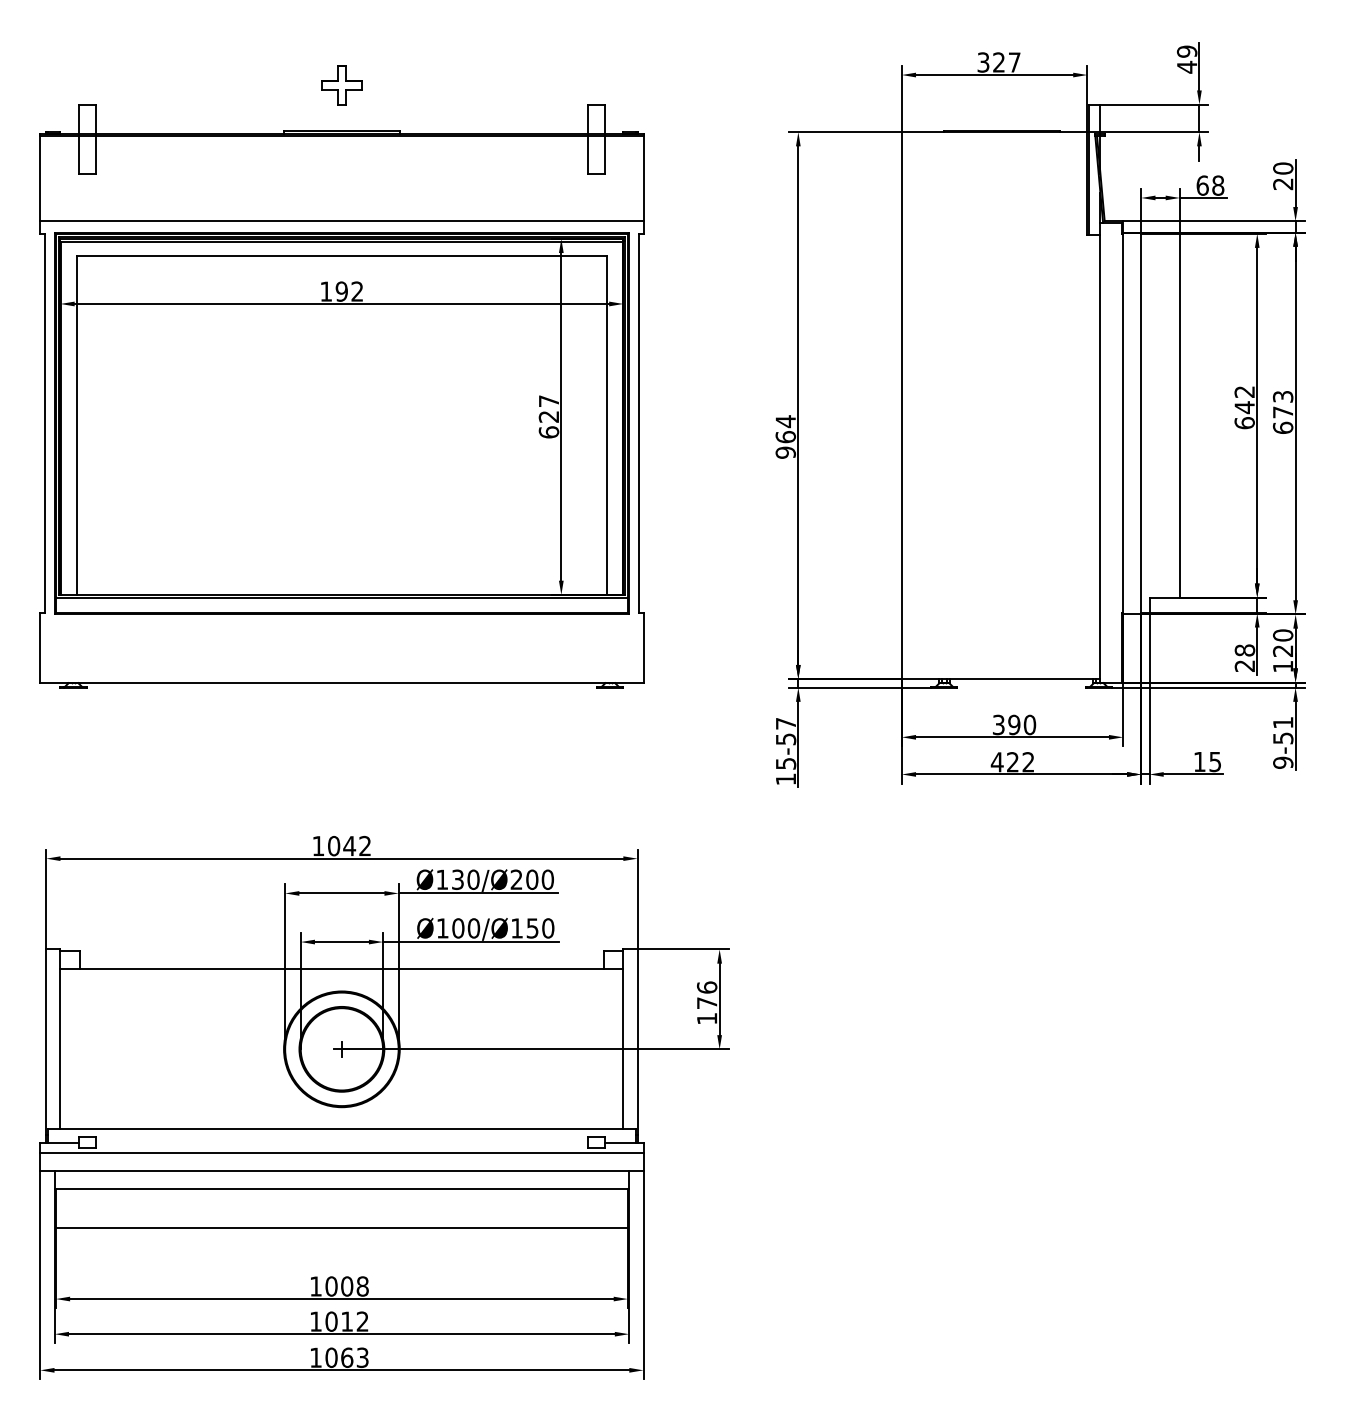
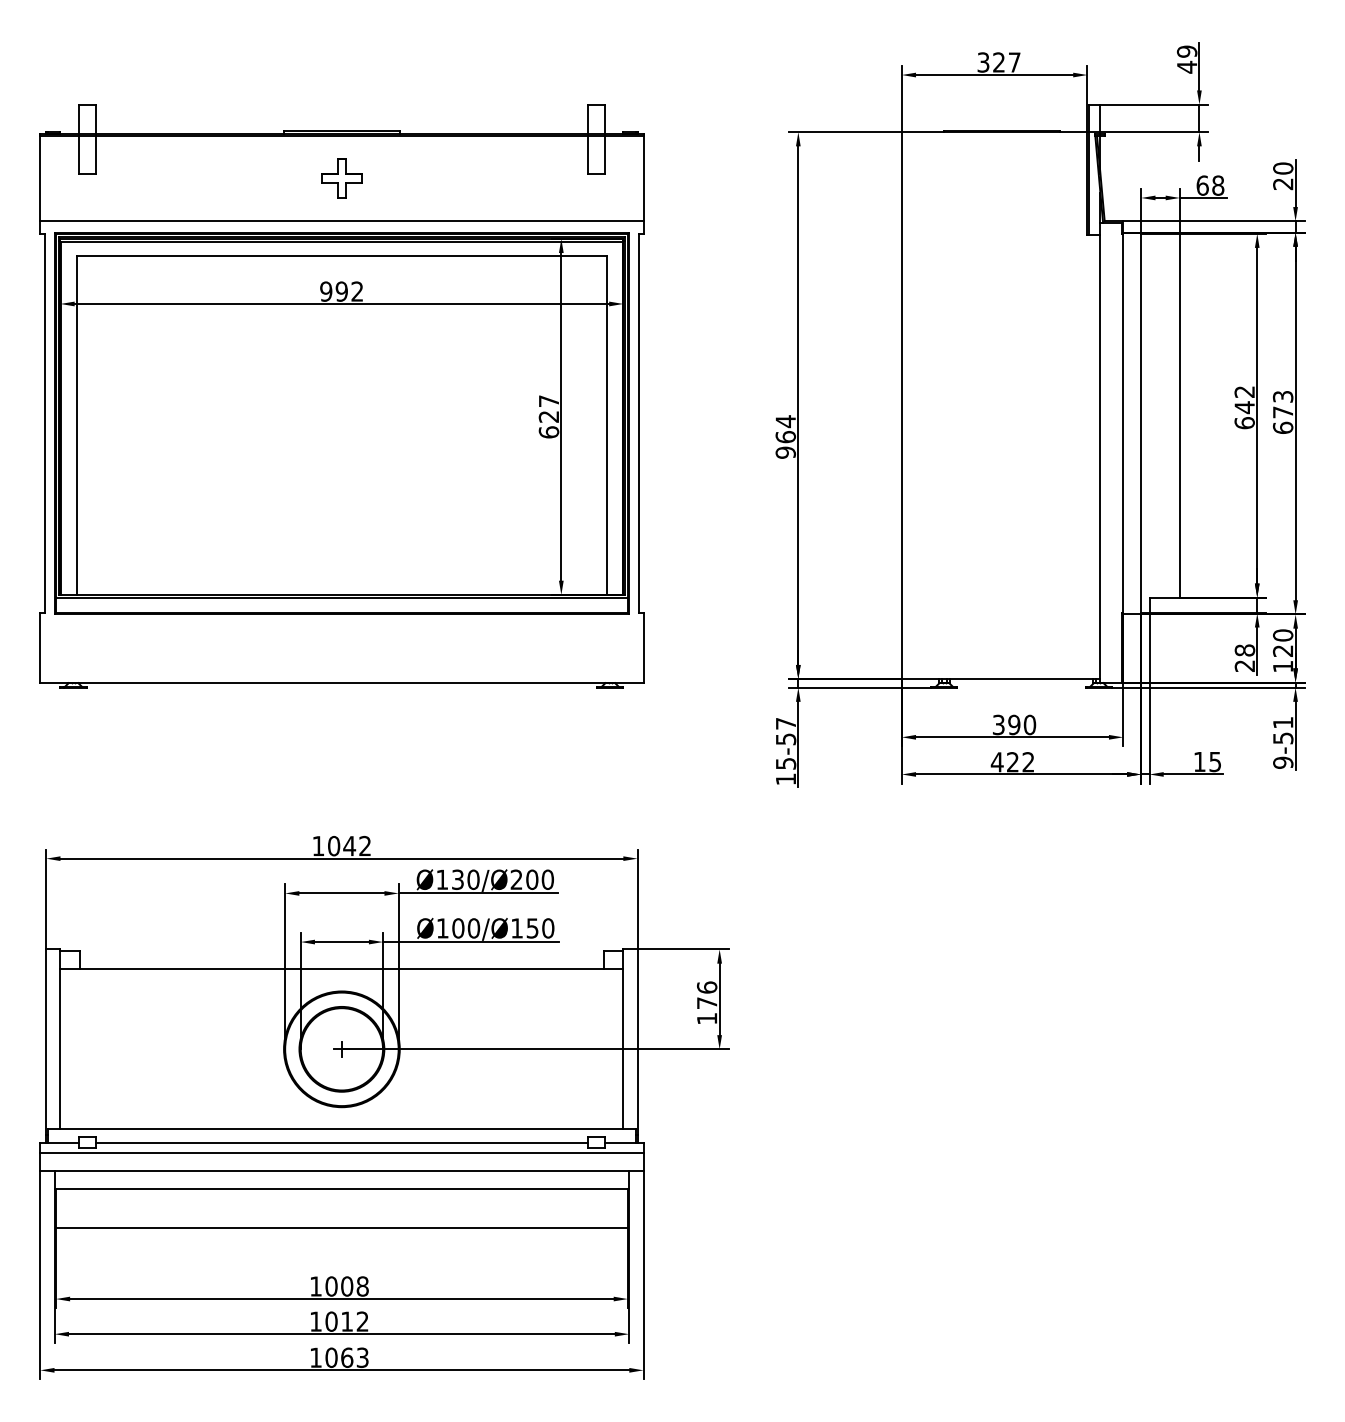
part at (341, 85) position: (341, 85) -> (341, 178)
text at (326, 291): 192 -> 992
line at (341, 1142): none -> present
